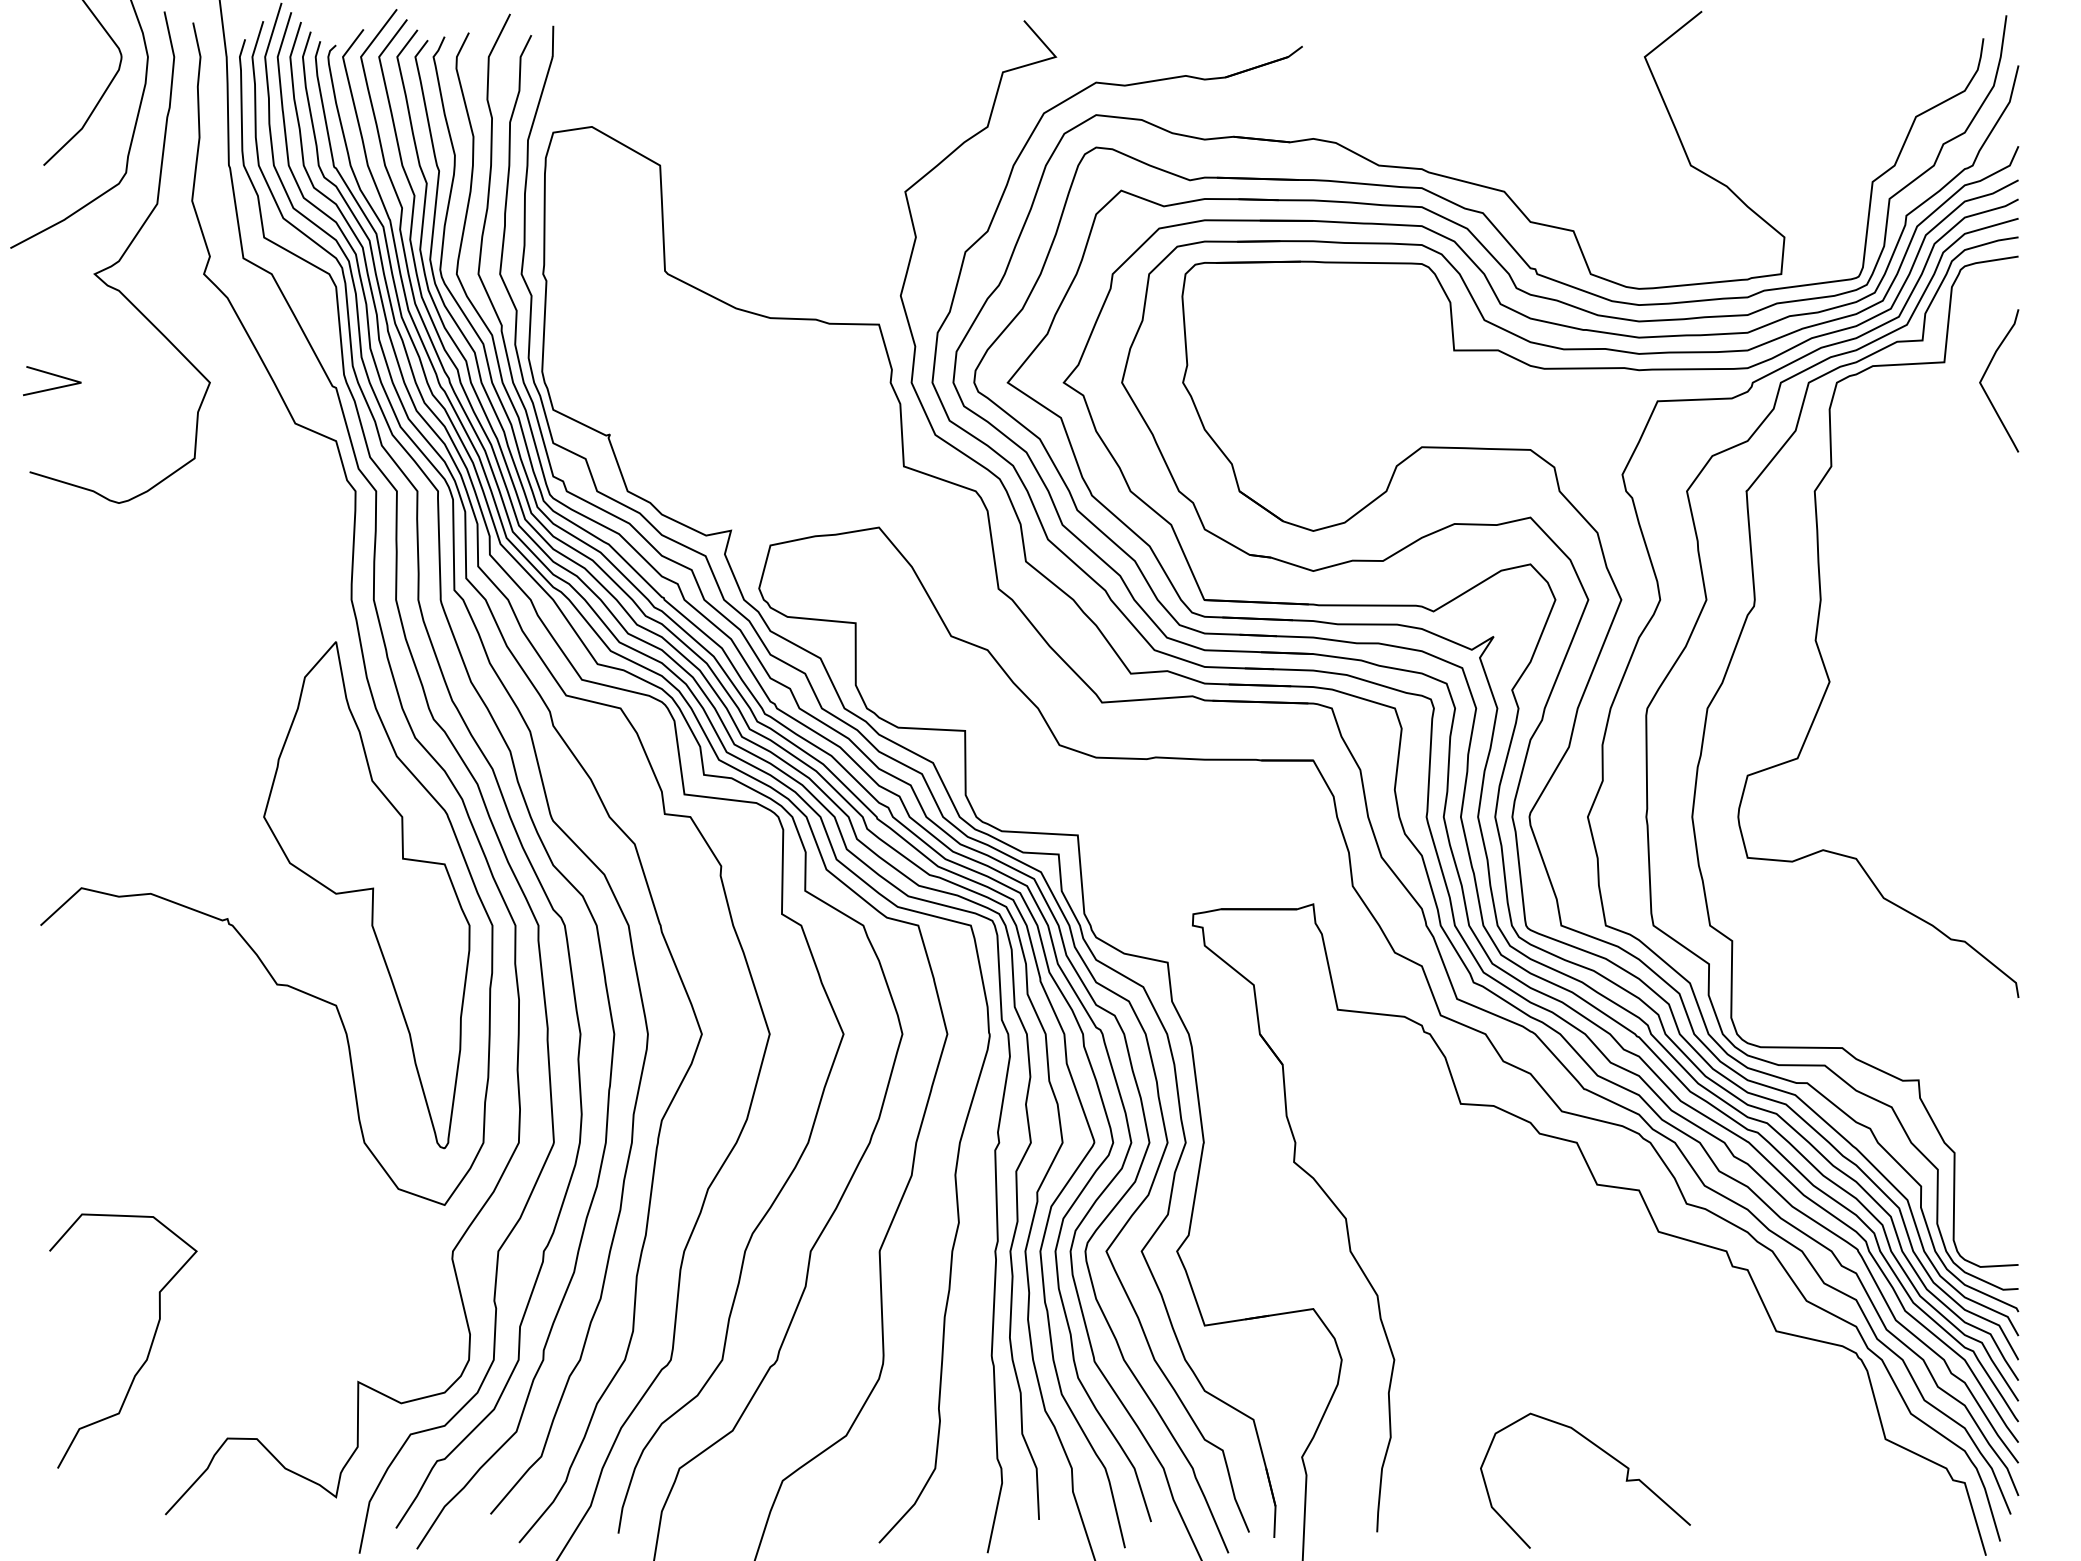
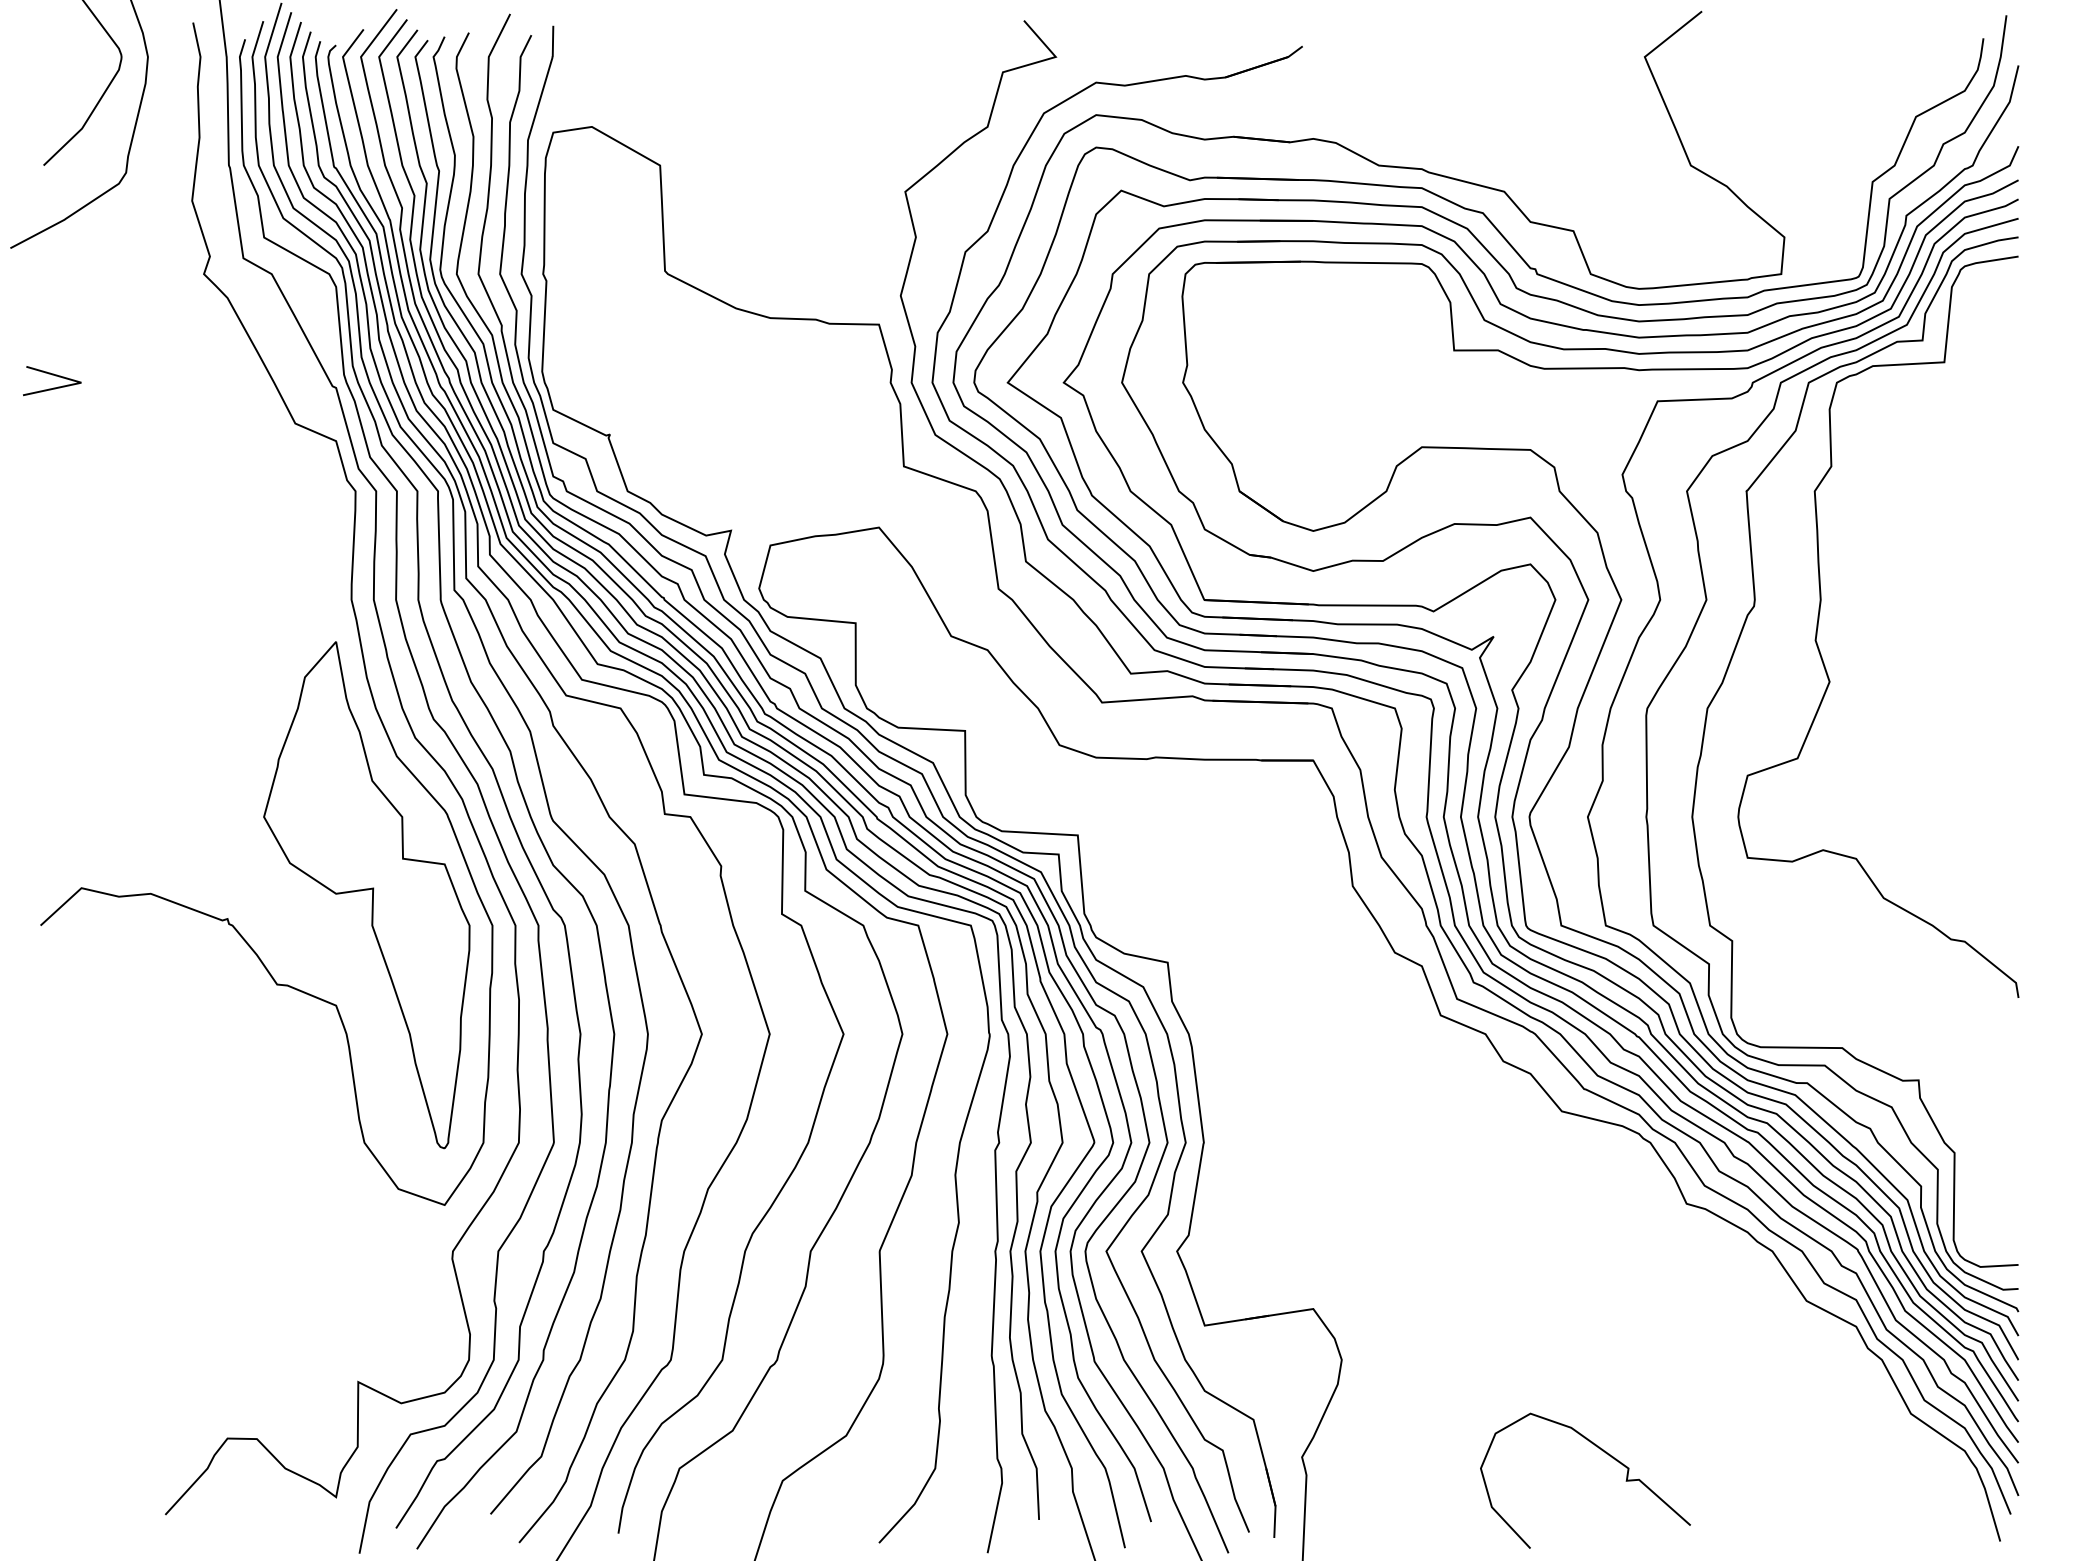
curve at (120, 257): present -> none
curve at (1985, 374): present -> none
part at (1596, 1185): present -> none
curve at (149, 1347): present -> none
